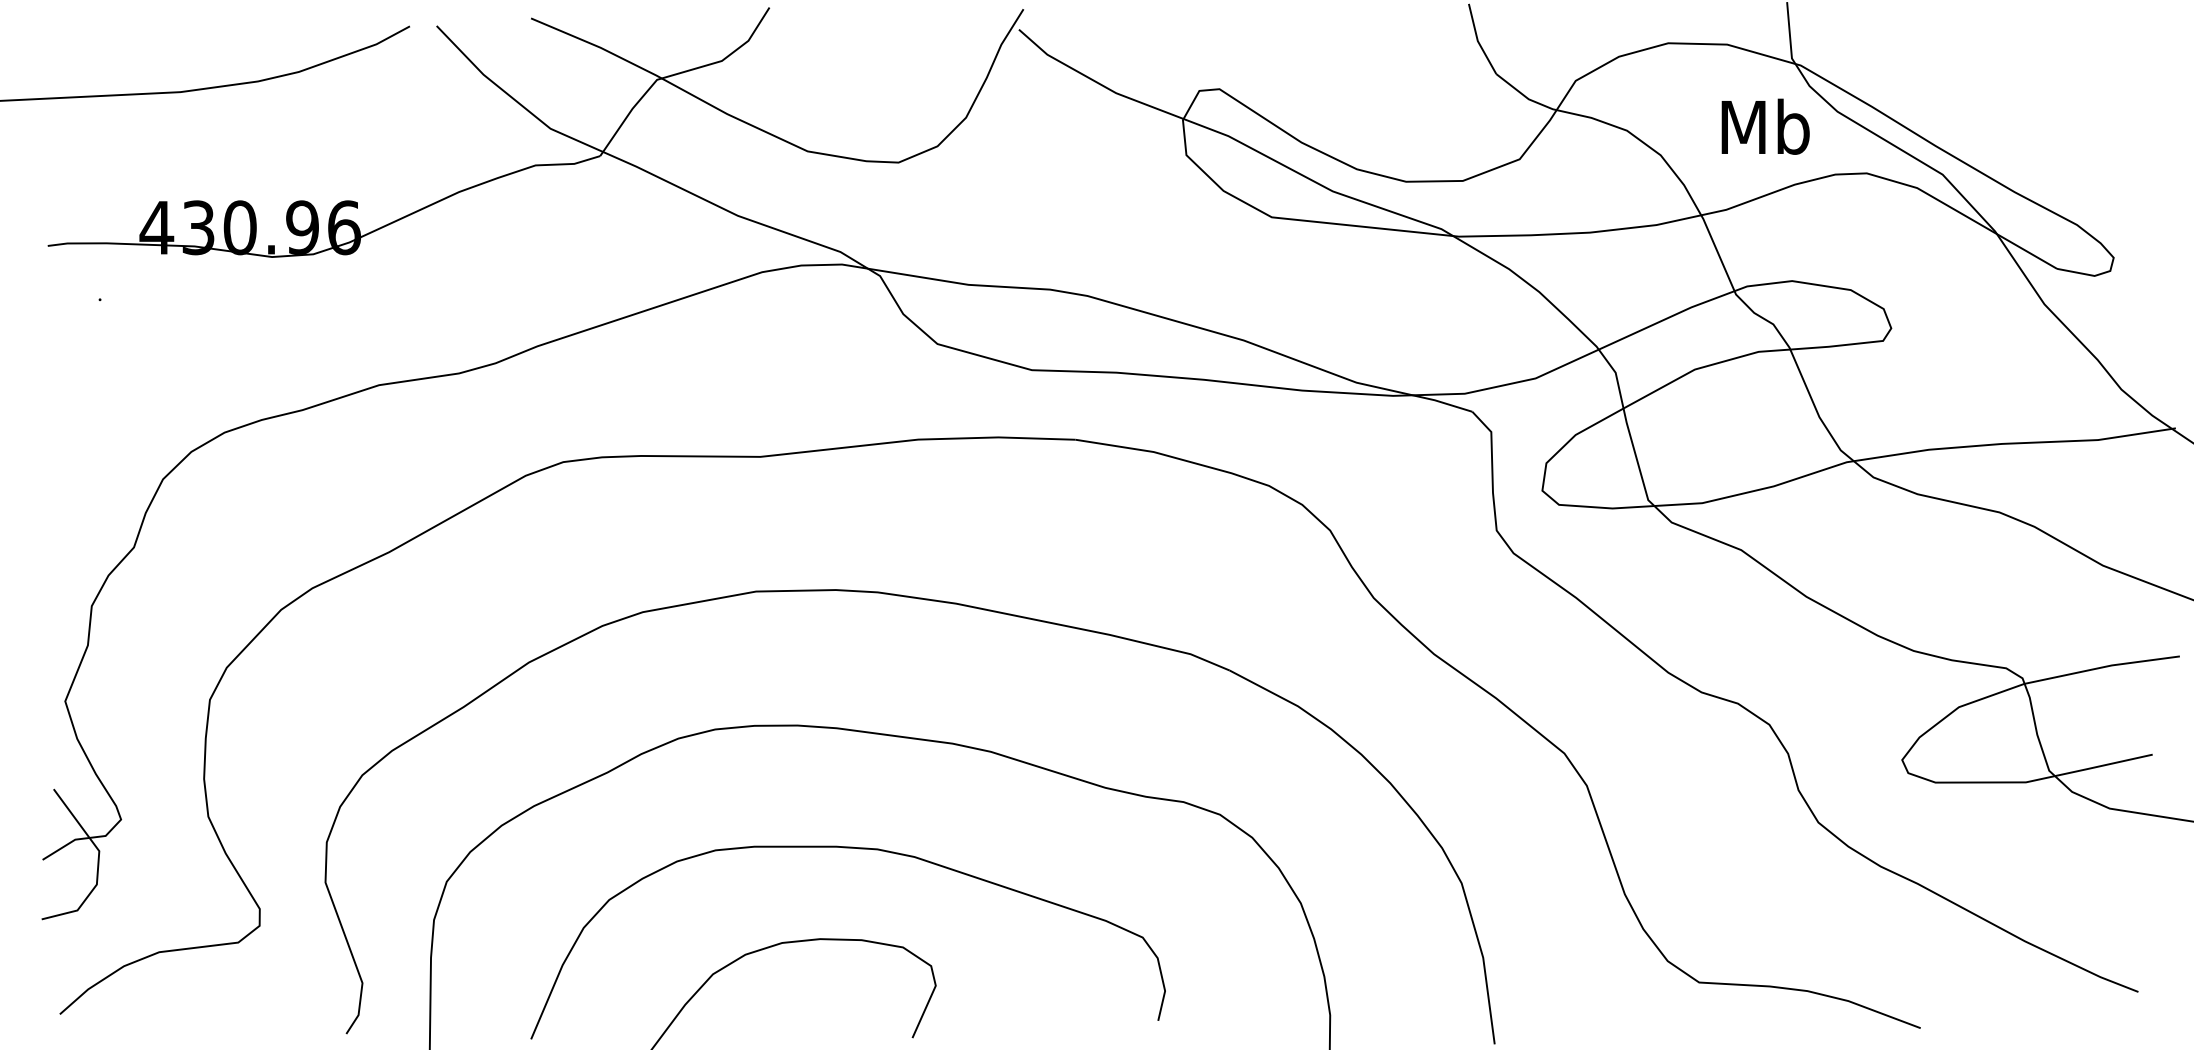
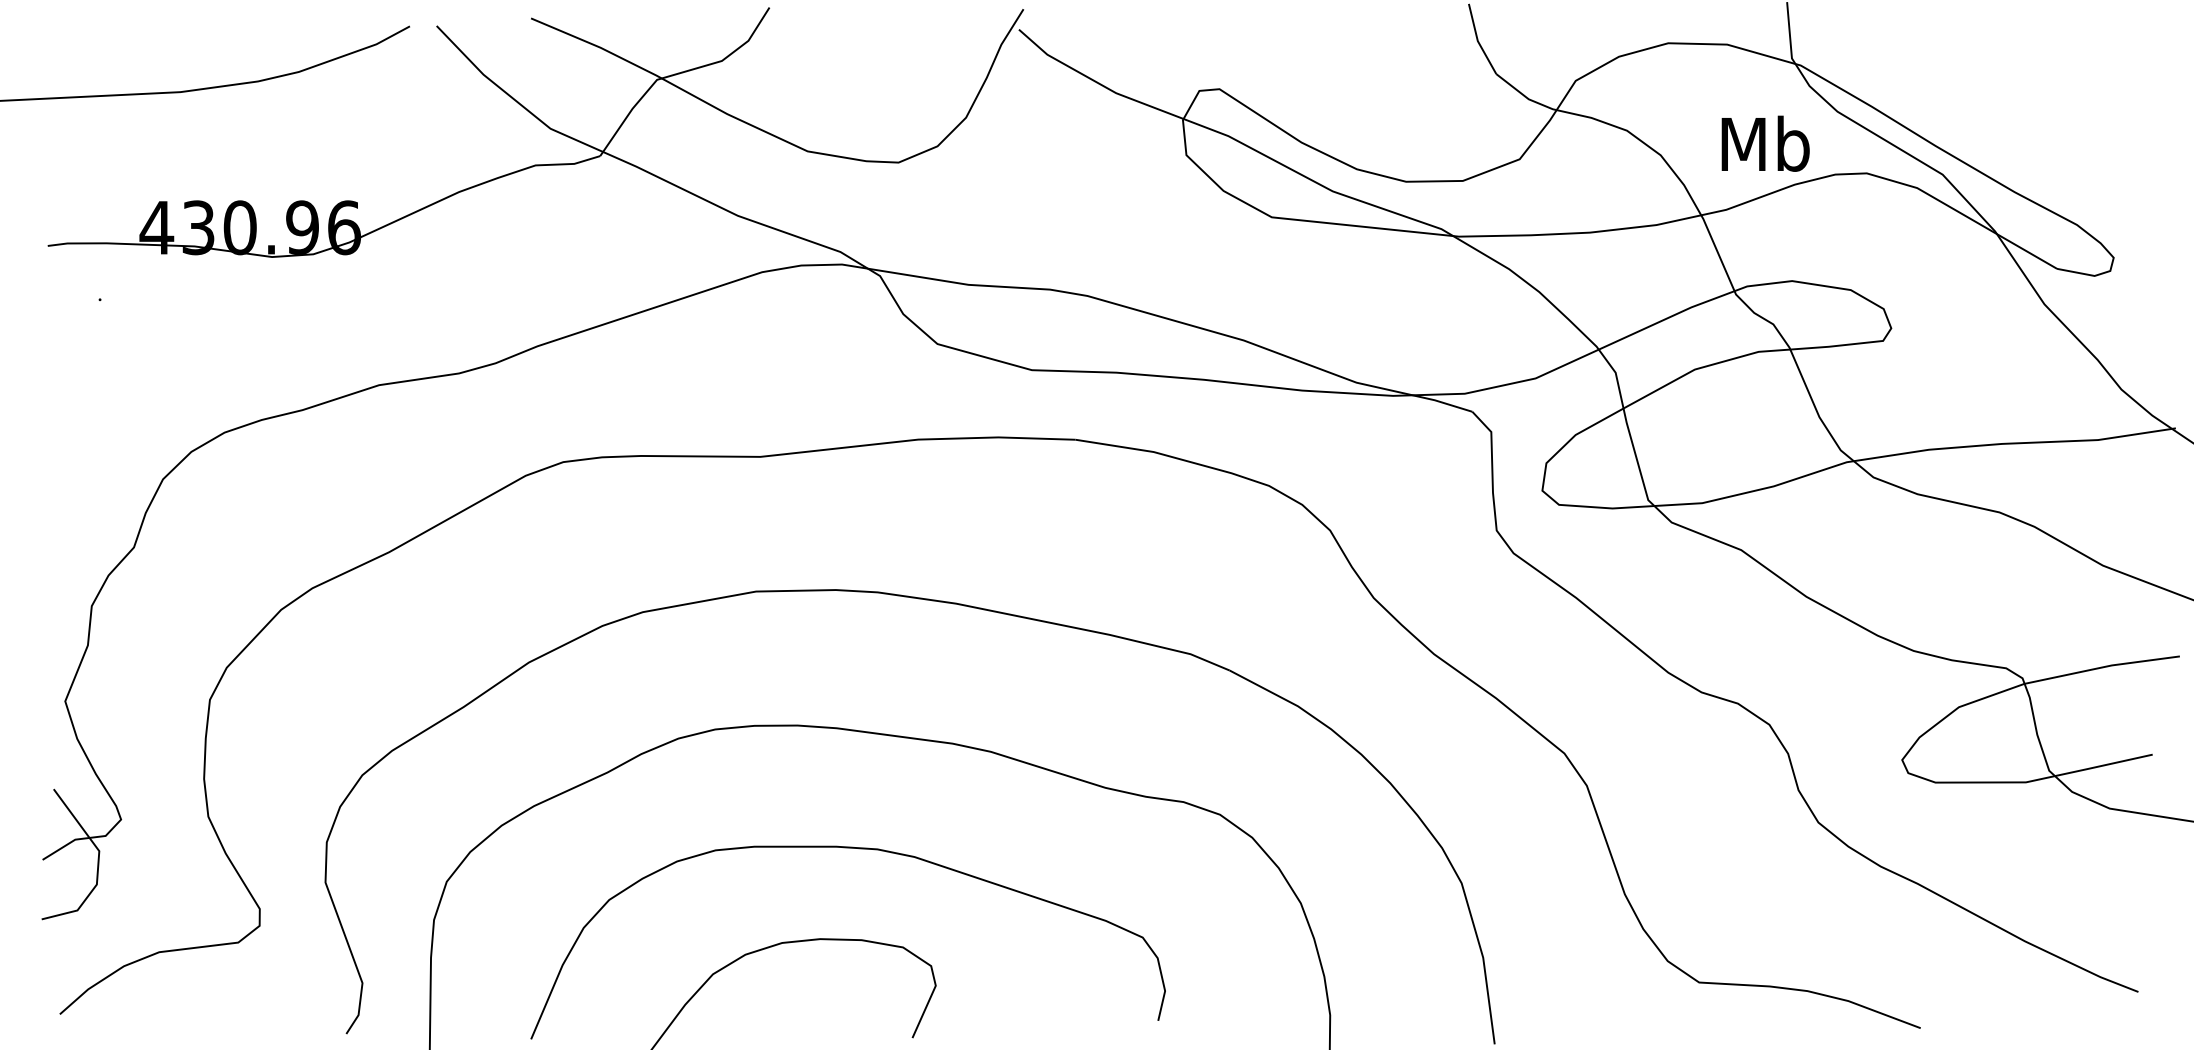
text at (1765, 126) position: (1765, 126) -> (1765, 143)
